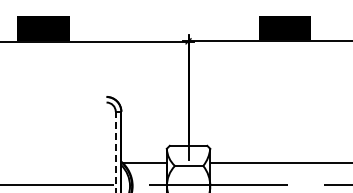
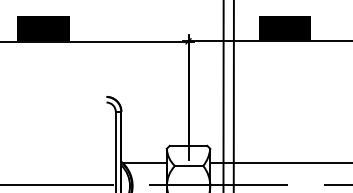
line at (223, 95): none -> present
line at (233, 95): none -> present
line at (115, 151): dashed -> solid
